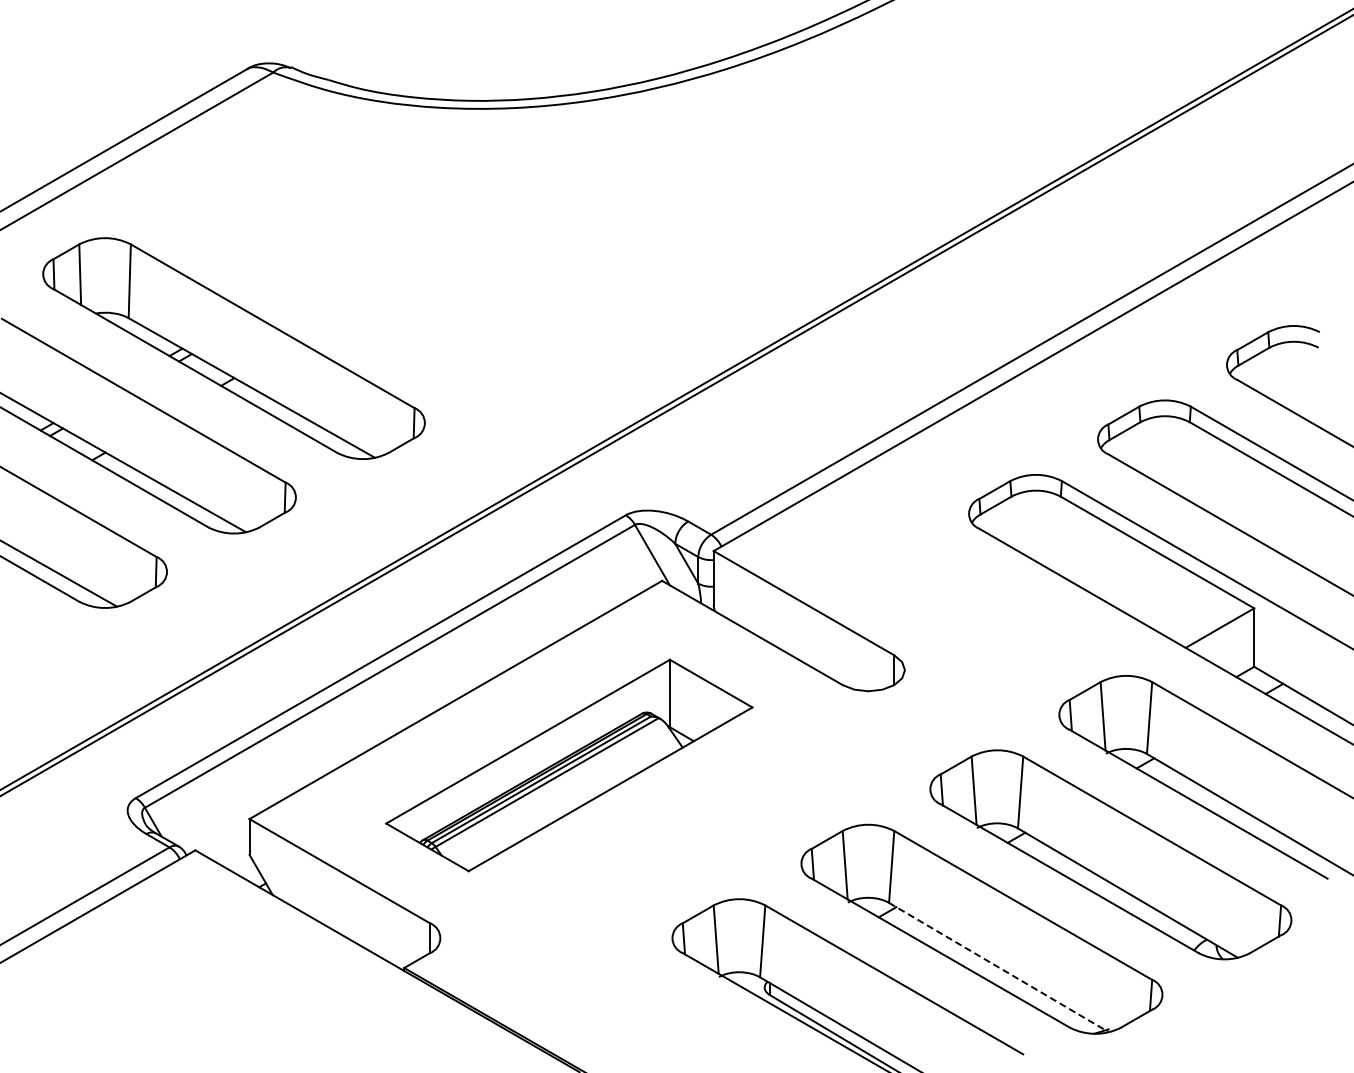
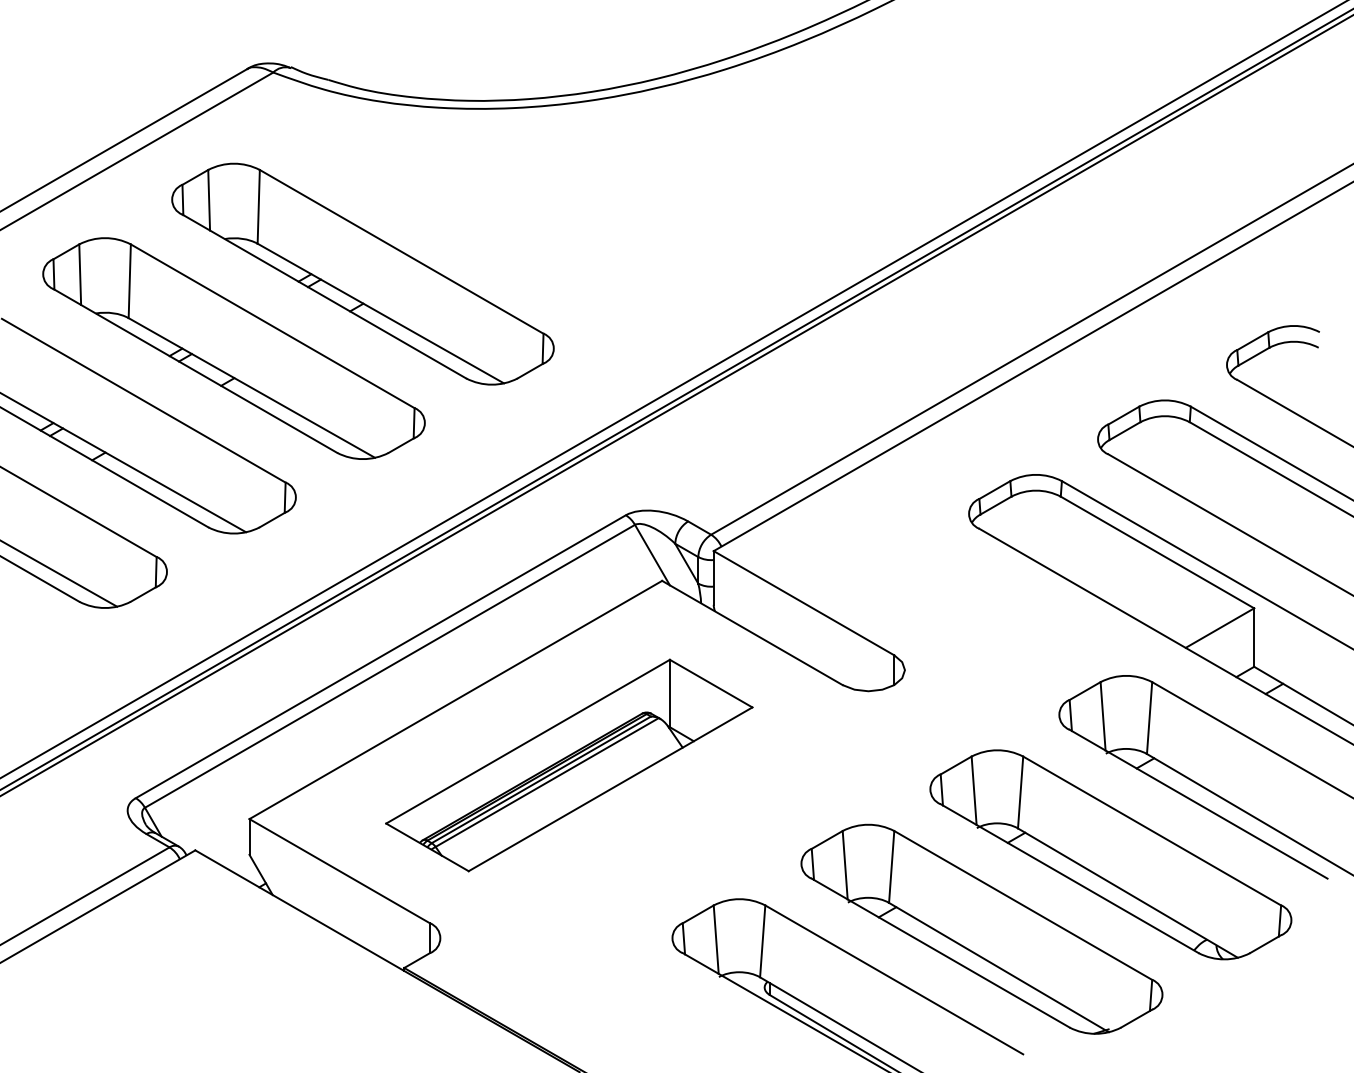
part at (362, 273): none -> present
line at (673, 389): none -> present
line at (998, 967): dashed -> solid
